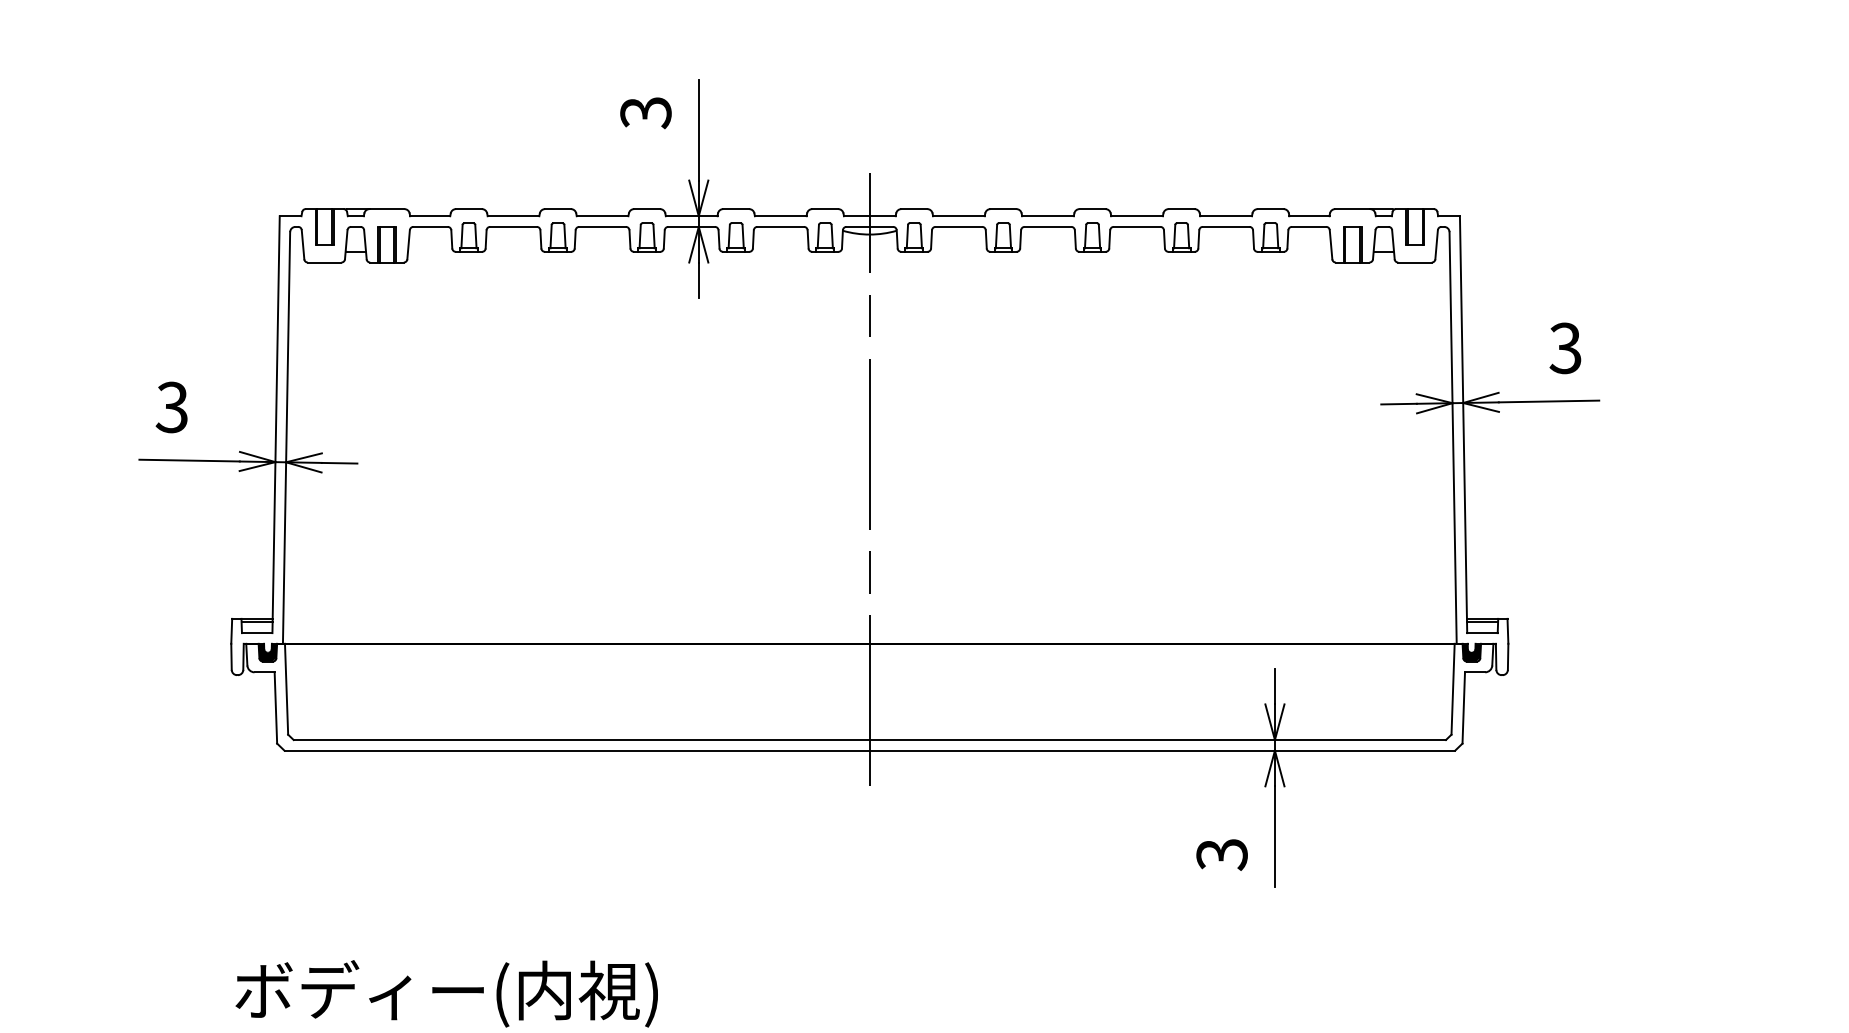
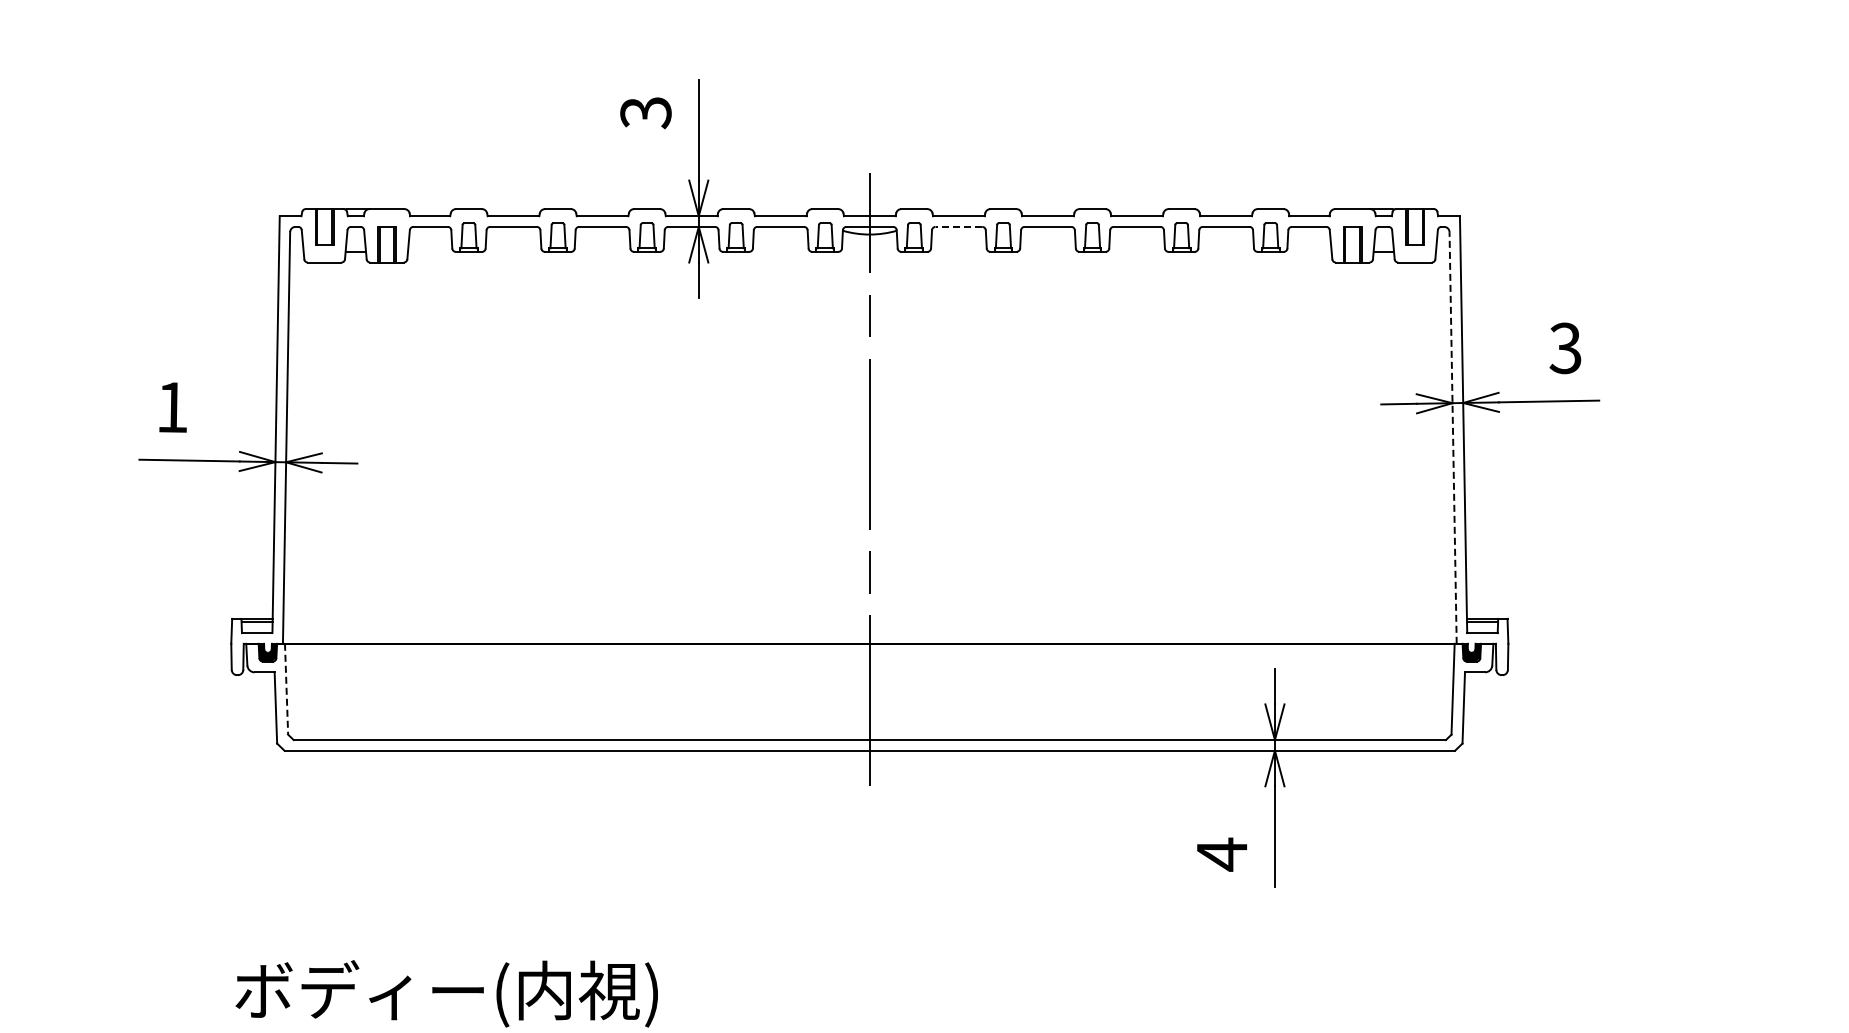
line at (958, 226): solid -> dashed
text at (171, 407): 3 -> 1
line at (1453, 437): solid -> dashed
line at (286, 689): solid -> dashed
text at (1221, 854): 3 -> 4
